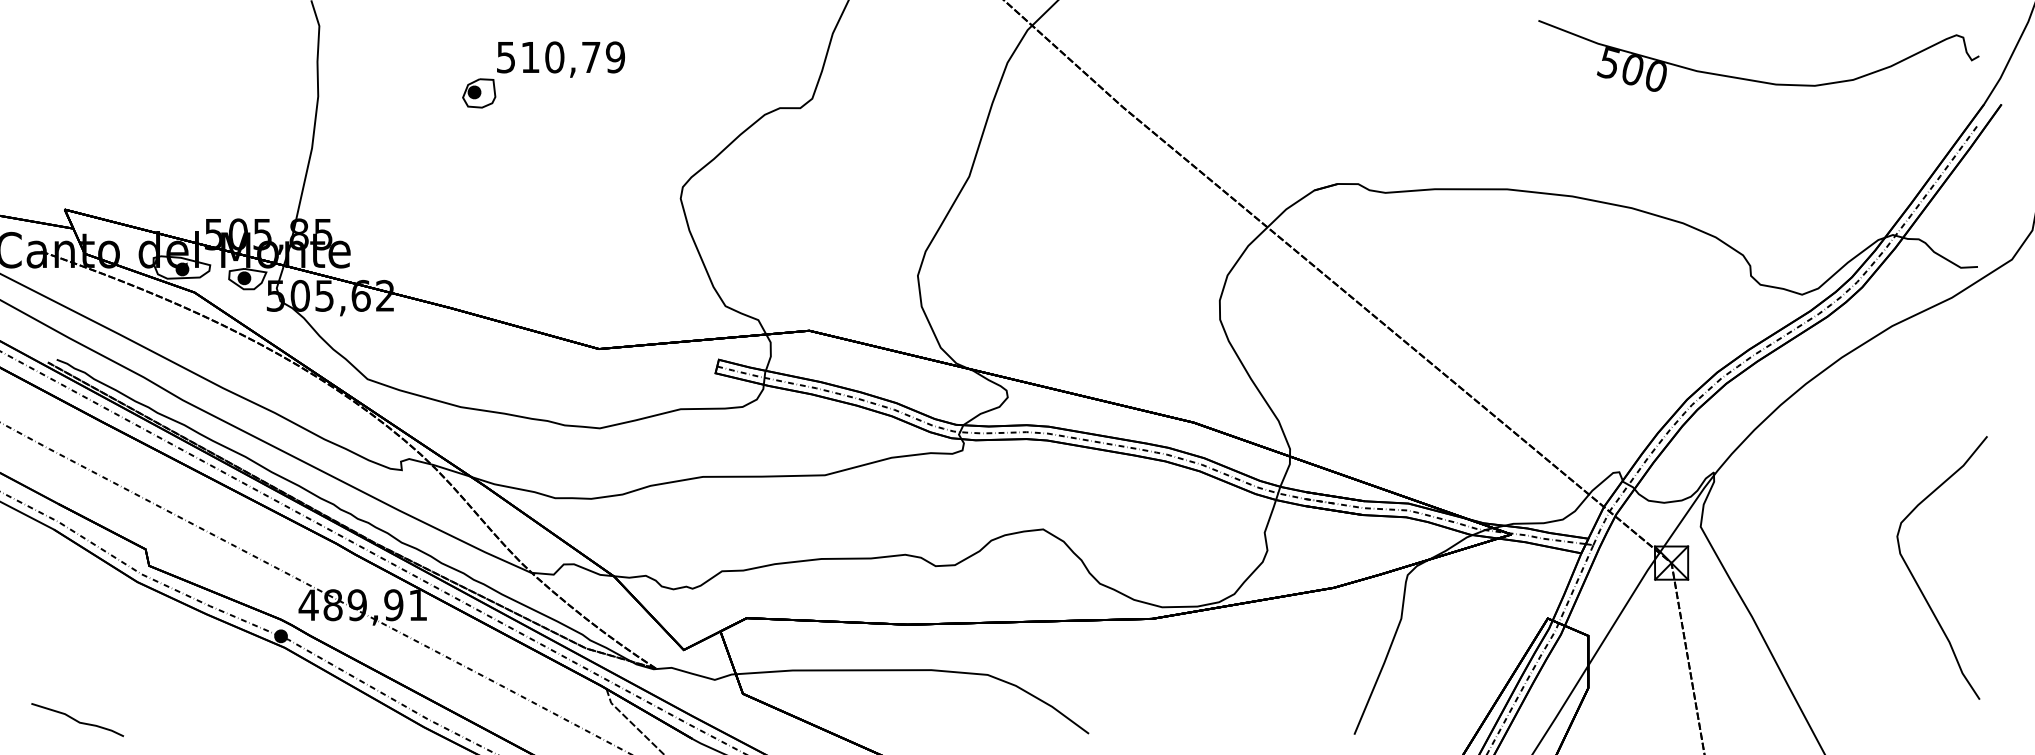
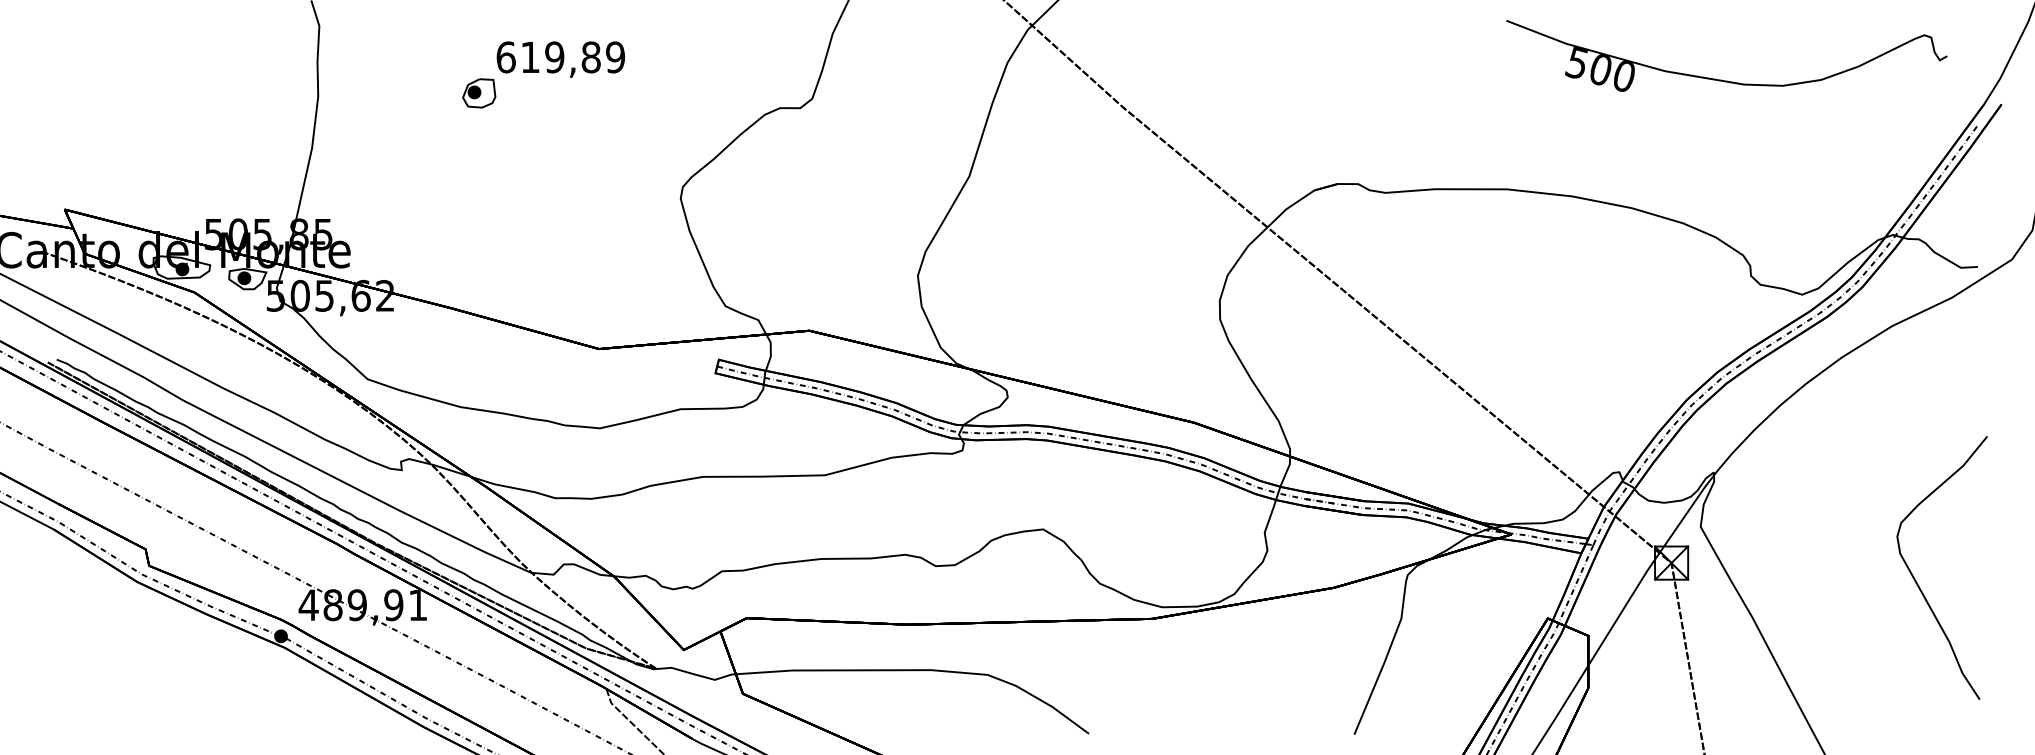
text at (548, 57): 510,79 -> 619,89
part at (1753, 79) position: (1753, 79) -> (1721, 79)
curve at (76, 719): present -> none
